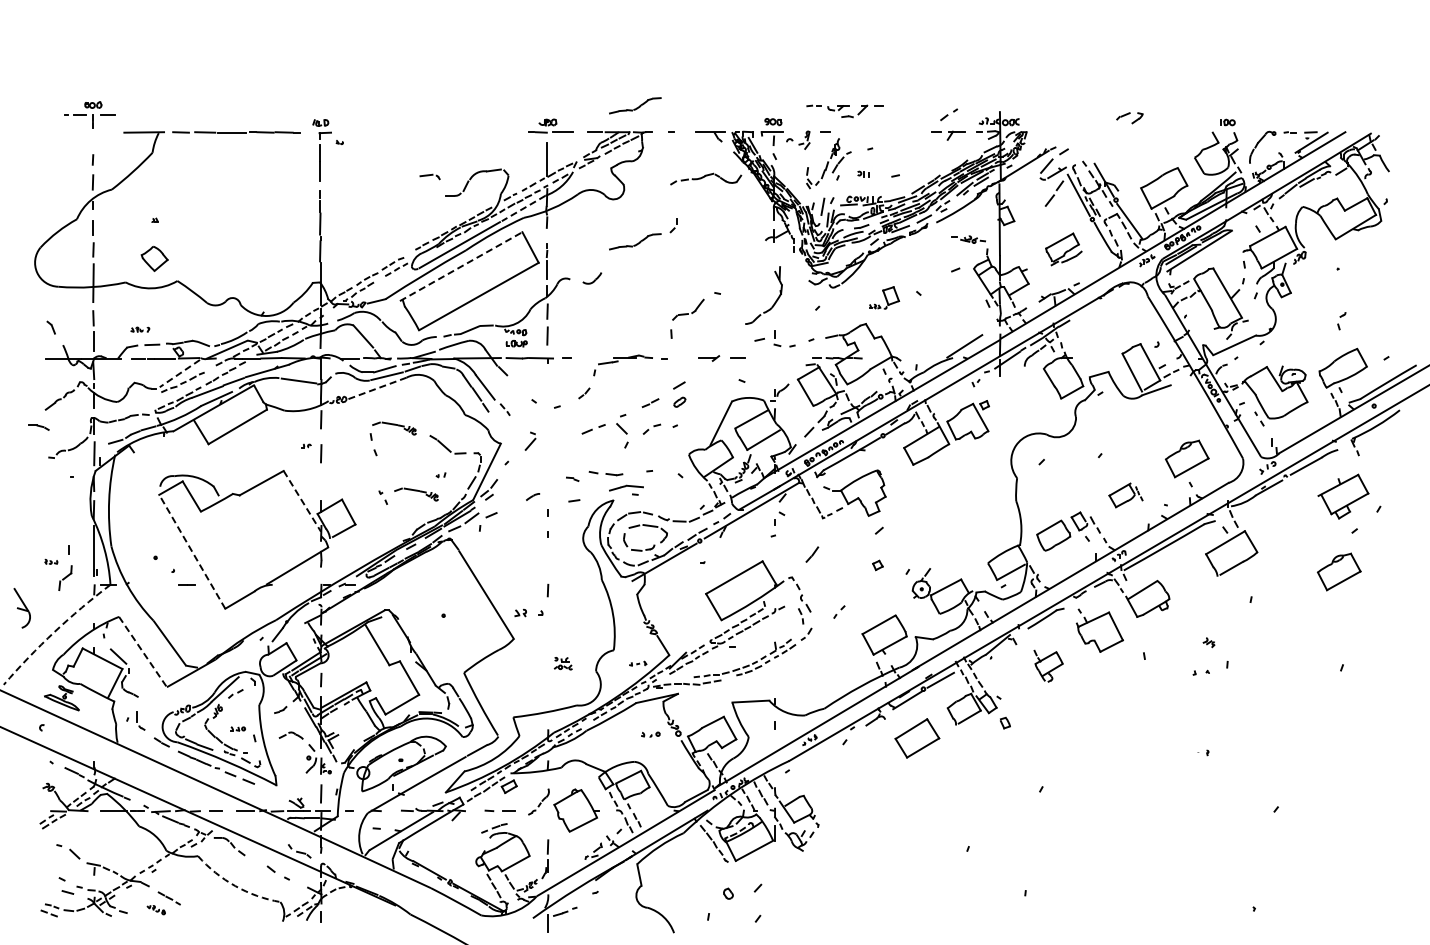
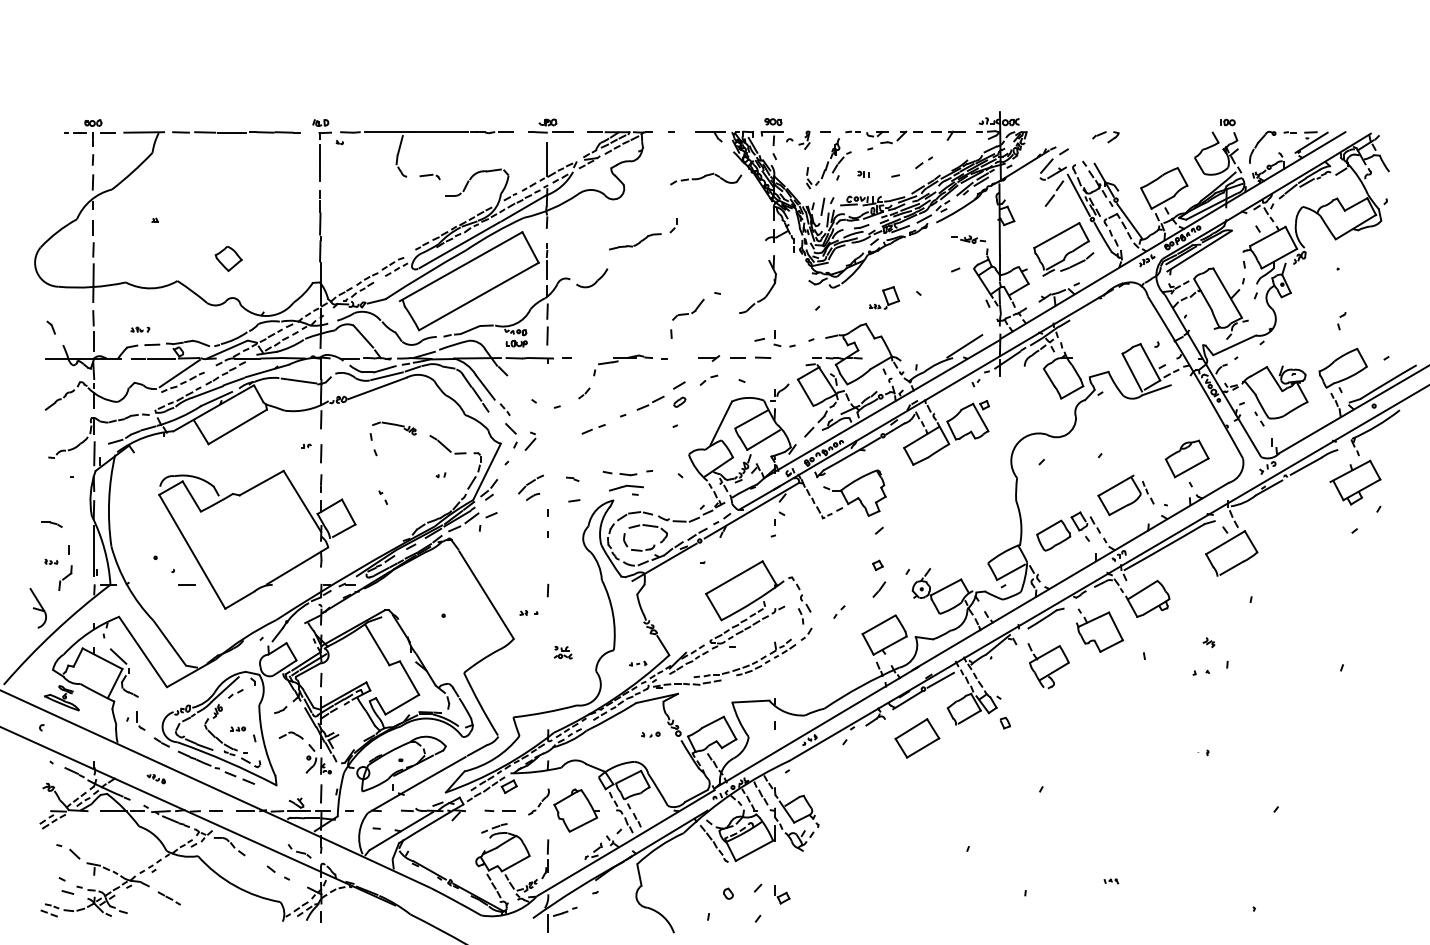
part at (635, 105): present -> none
part at (844, 111) position: (844, 111) -> (883, 137)
part at (89, 114) position: (89, 114) -> (89, 132)
part at (948, 114) position: (948, 114) -> (923, 162)
part at (1129, 118) position: (1129, 118) -> (1105, 137)
part at (426, 132): none -> present
line at (523, 208): dashed -> solid
part at (1063, 249) size: 38x35 px -> 62x55 px
part at (154, 258) position: (154, 258) -> (228, 258)
line at (461, 266): dashed -> solid
part at (592, 278) size: 21x13 px -> 33x21 px
part at (773, 303) position: (773, 303) -> (767, 292)
line at (763, 357): none -> present
line at (179, 373): dashed -> solid
line at (377, 388): dashed -> solid
part at (650, 402) size: 19x10 px -> 29x16 px
part at (38, 427) position: (38, 427) -> (51, 524)
part at (651, 428) position: (651, 428) -> (708, 379)
part at (622, 435) position: (622, 435) -> (511, 435)
part at (605, 473) position: (605, 473) -> (619, 473)
line at (321, 483): none -> present
part at (530, 484): none -> present
part at (416, 494): present -> none
part at (1125, 495) size: 36x27 px -> 58x43 px
part at (1343, 496) position: (1343, 496) -> (1355, 482)
line at (302, 501): dashed -> solid
line at (192, 551): dashed -> solid
line at (812, 554) position: (812, 554) -> (879, 589)
part at (1339, 571): present -> none
part at (21, 608) position: (21, 608) -> (37, 608)
part at (528, 612) size: 30x10 px -> 20x6 px
arc at (54, 632): dashed -> solid
line at (143, 652): dashed -> solid
part at (562, 663) position: (562, 663) -> (562, 652)
part at (1048, 665) size: 31x34 px -> 43x47 px
part at (1111, 881): none -> present
arc at (235, 886): dashed -> solid
part at (782, 894): none -> present
part at (155, 910) position: (155, 910) -> (155, 779)
